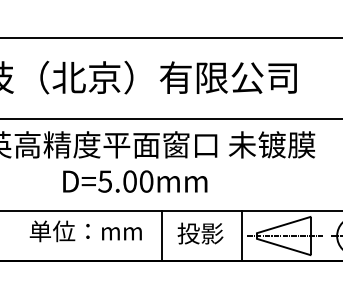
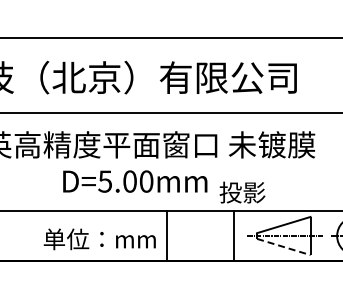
line at (170, 119) position: (170, 119) -> (170, 113)
text at (85, 231) position: (85, 231) -> (99, 239)
text at (200, 233) position: (200, 233) -> (242, 192)
line at (162, 235) position: (162, 235) -> (167, 235)
line at (241, 235) position: (241, 235) -> (233, 235)
line at (283, 246): solid -> dashed
